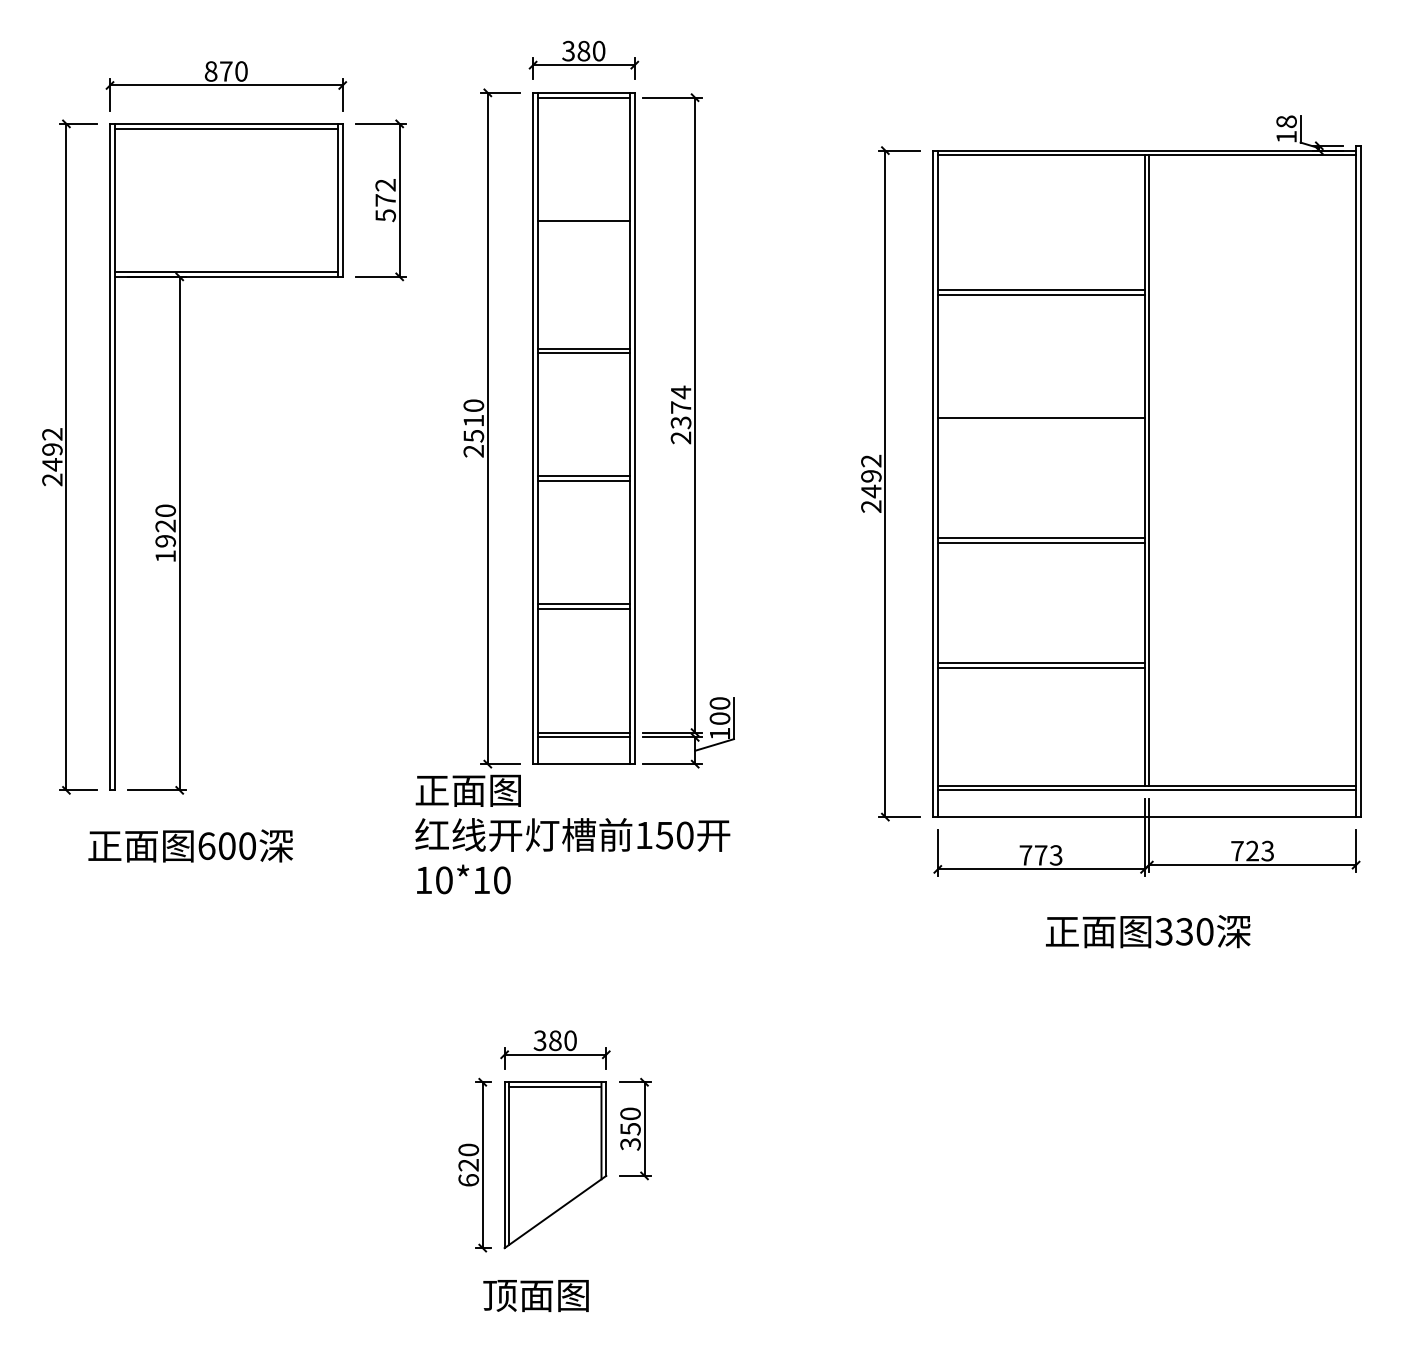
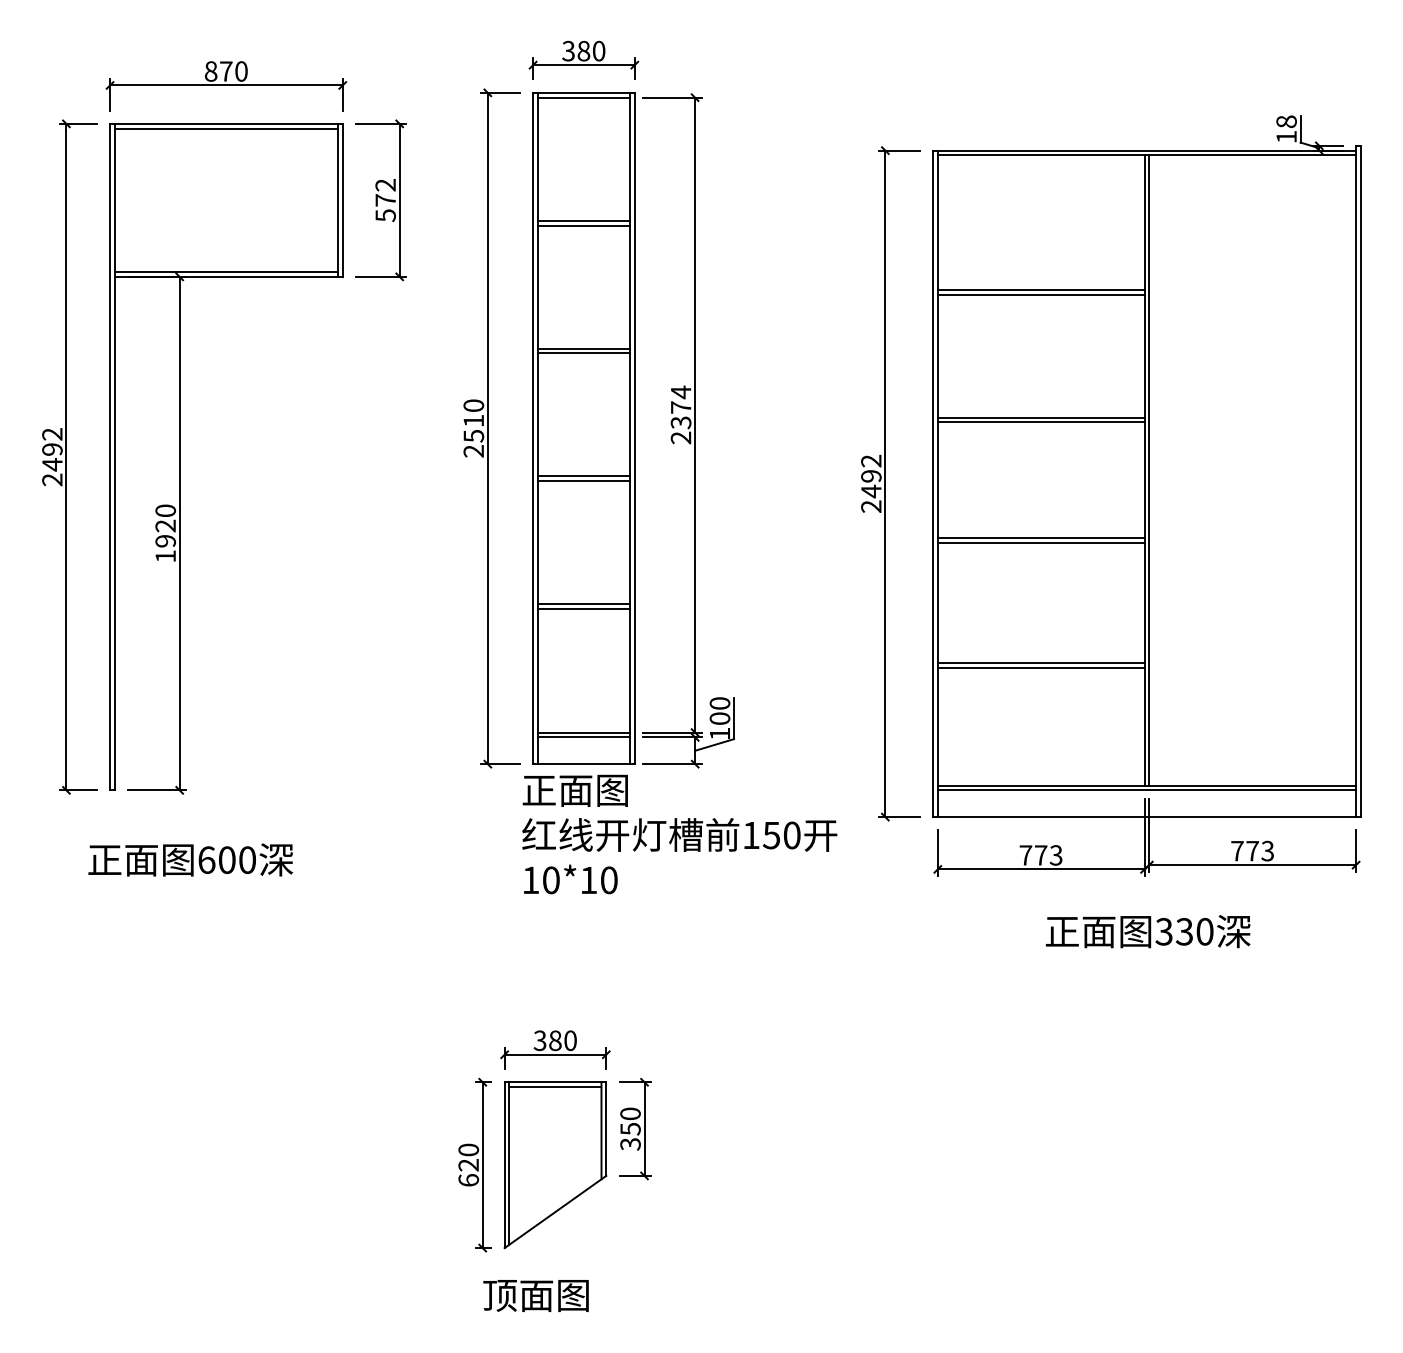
line at (583, 225): none -> present
line at (1040, 422): none -> present
text at (572, 834) position: (572, 834) -> (679, 834)
text at (190, 845) position: (190, 845) -> (190, 859)
text at (1252, 850): 723 -> 773
